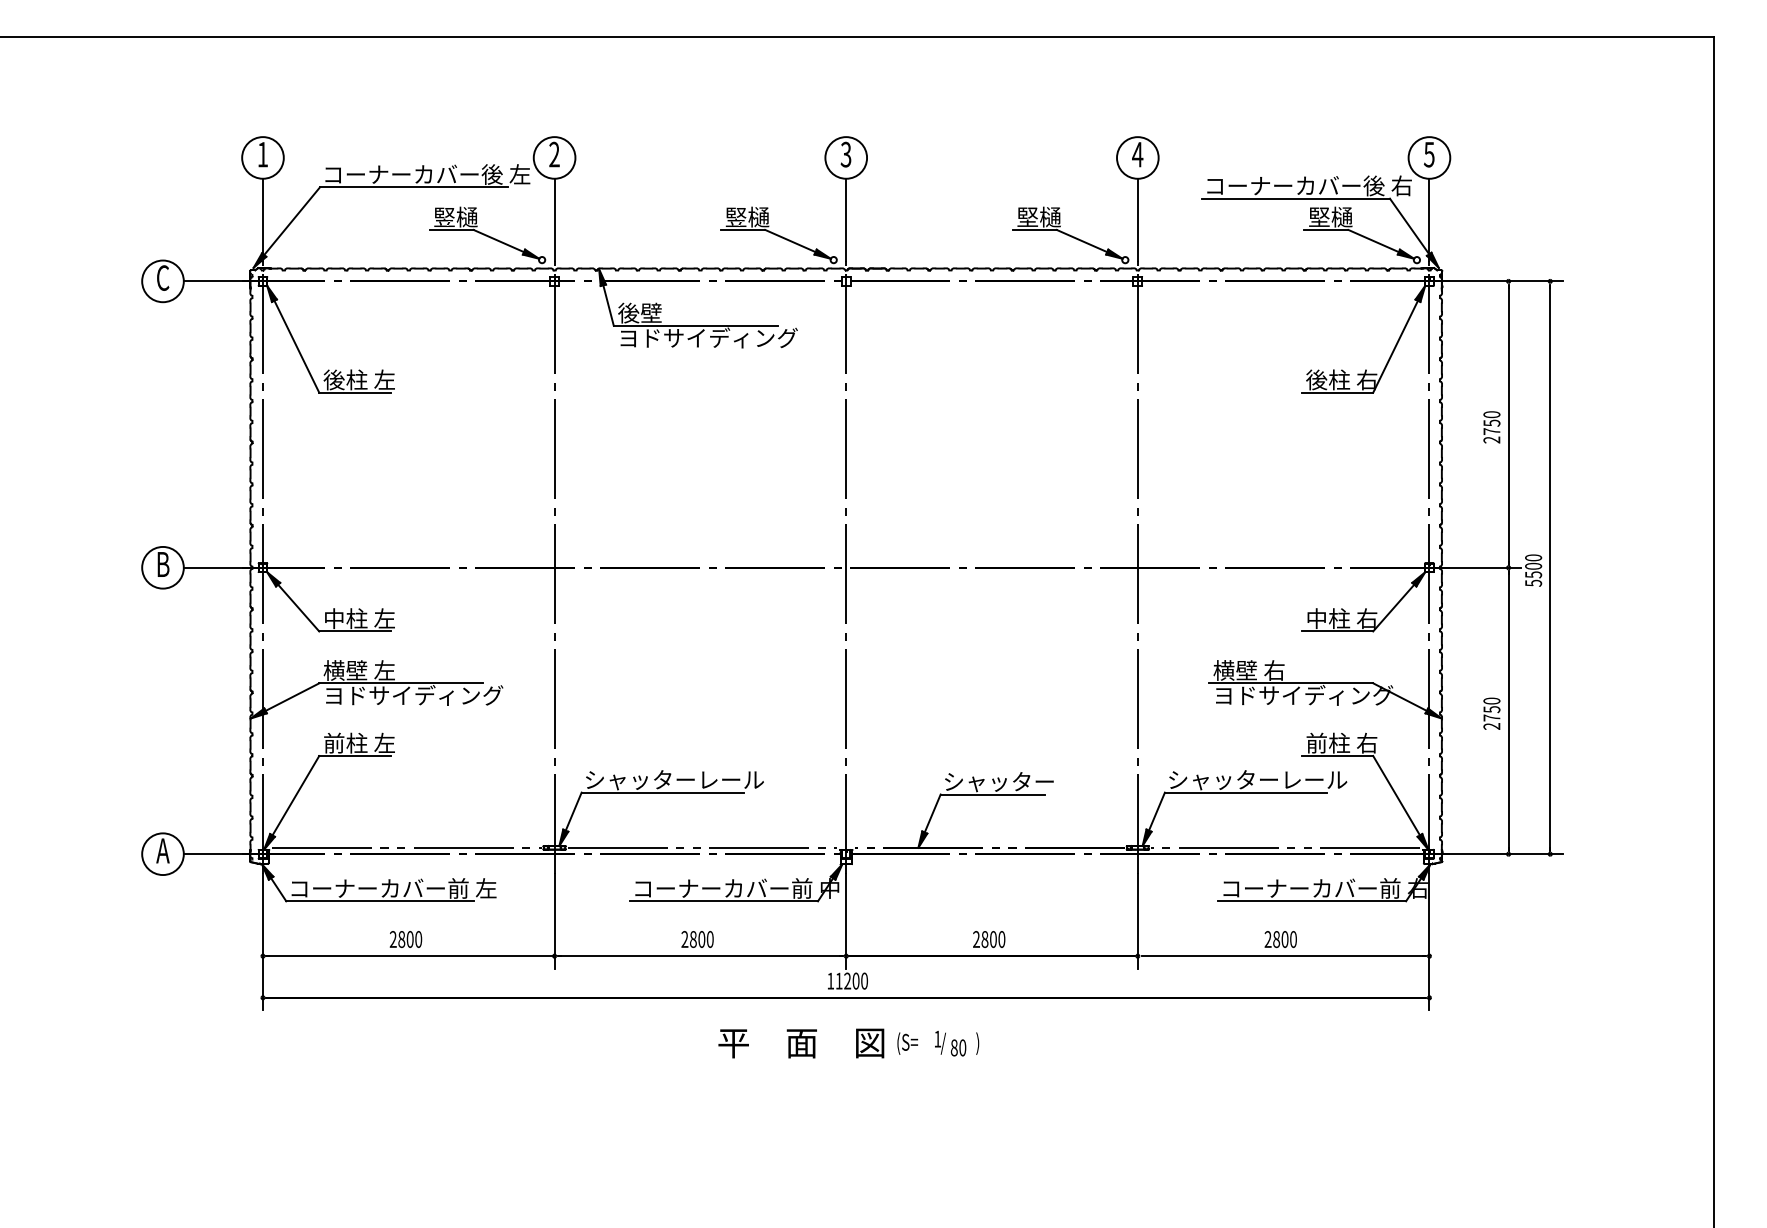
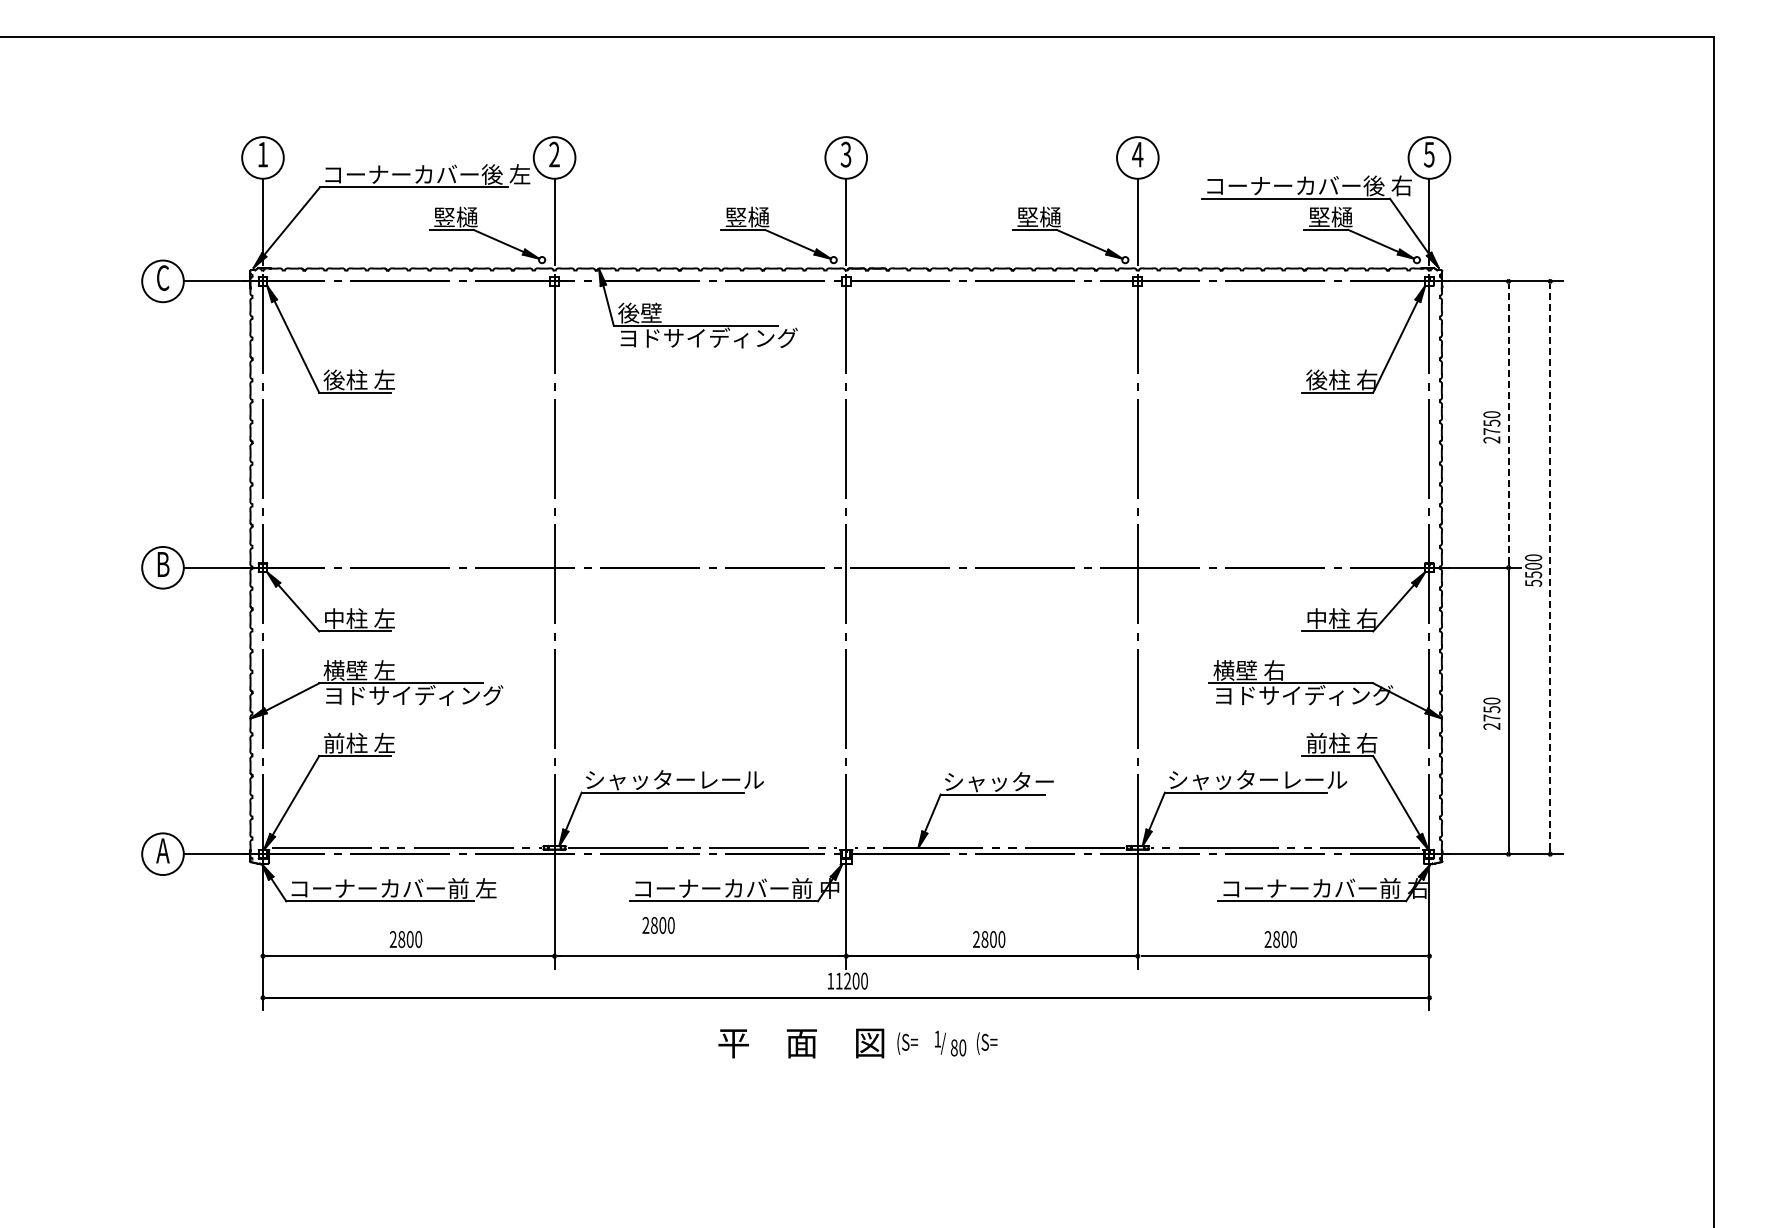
line at (1508, 424): solid -> dashed
line at (1550, 567): solid -> dashed
text at (697, 939) position: (697, 939) -> (658, 925)
text at (986, 1043): ) -> (S=
